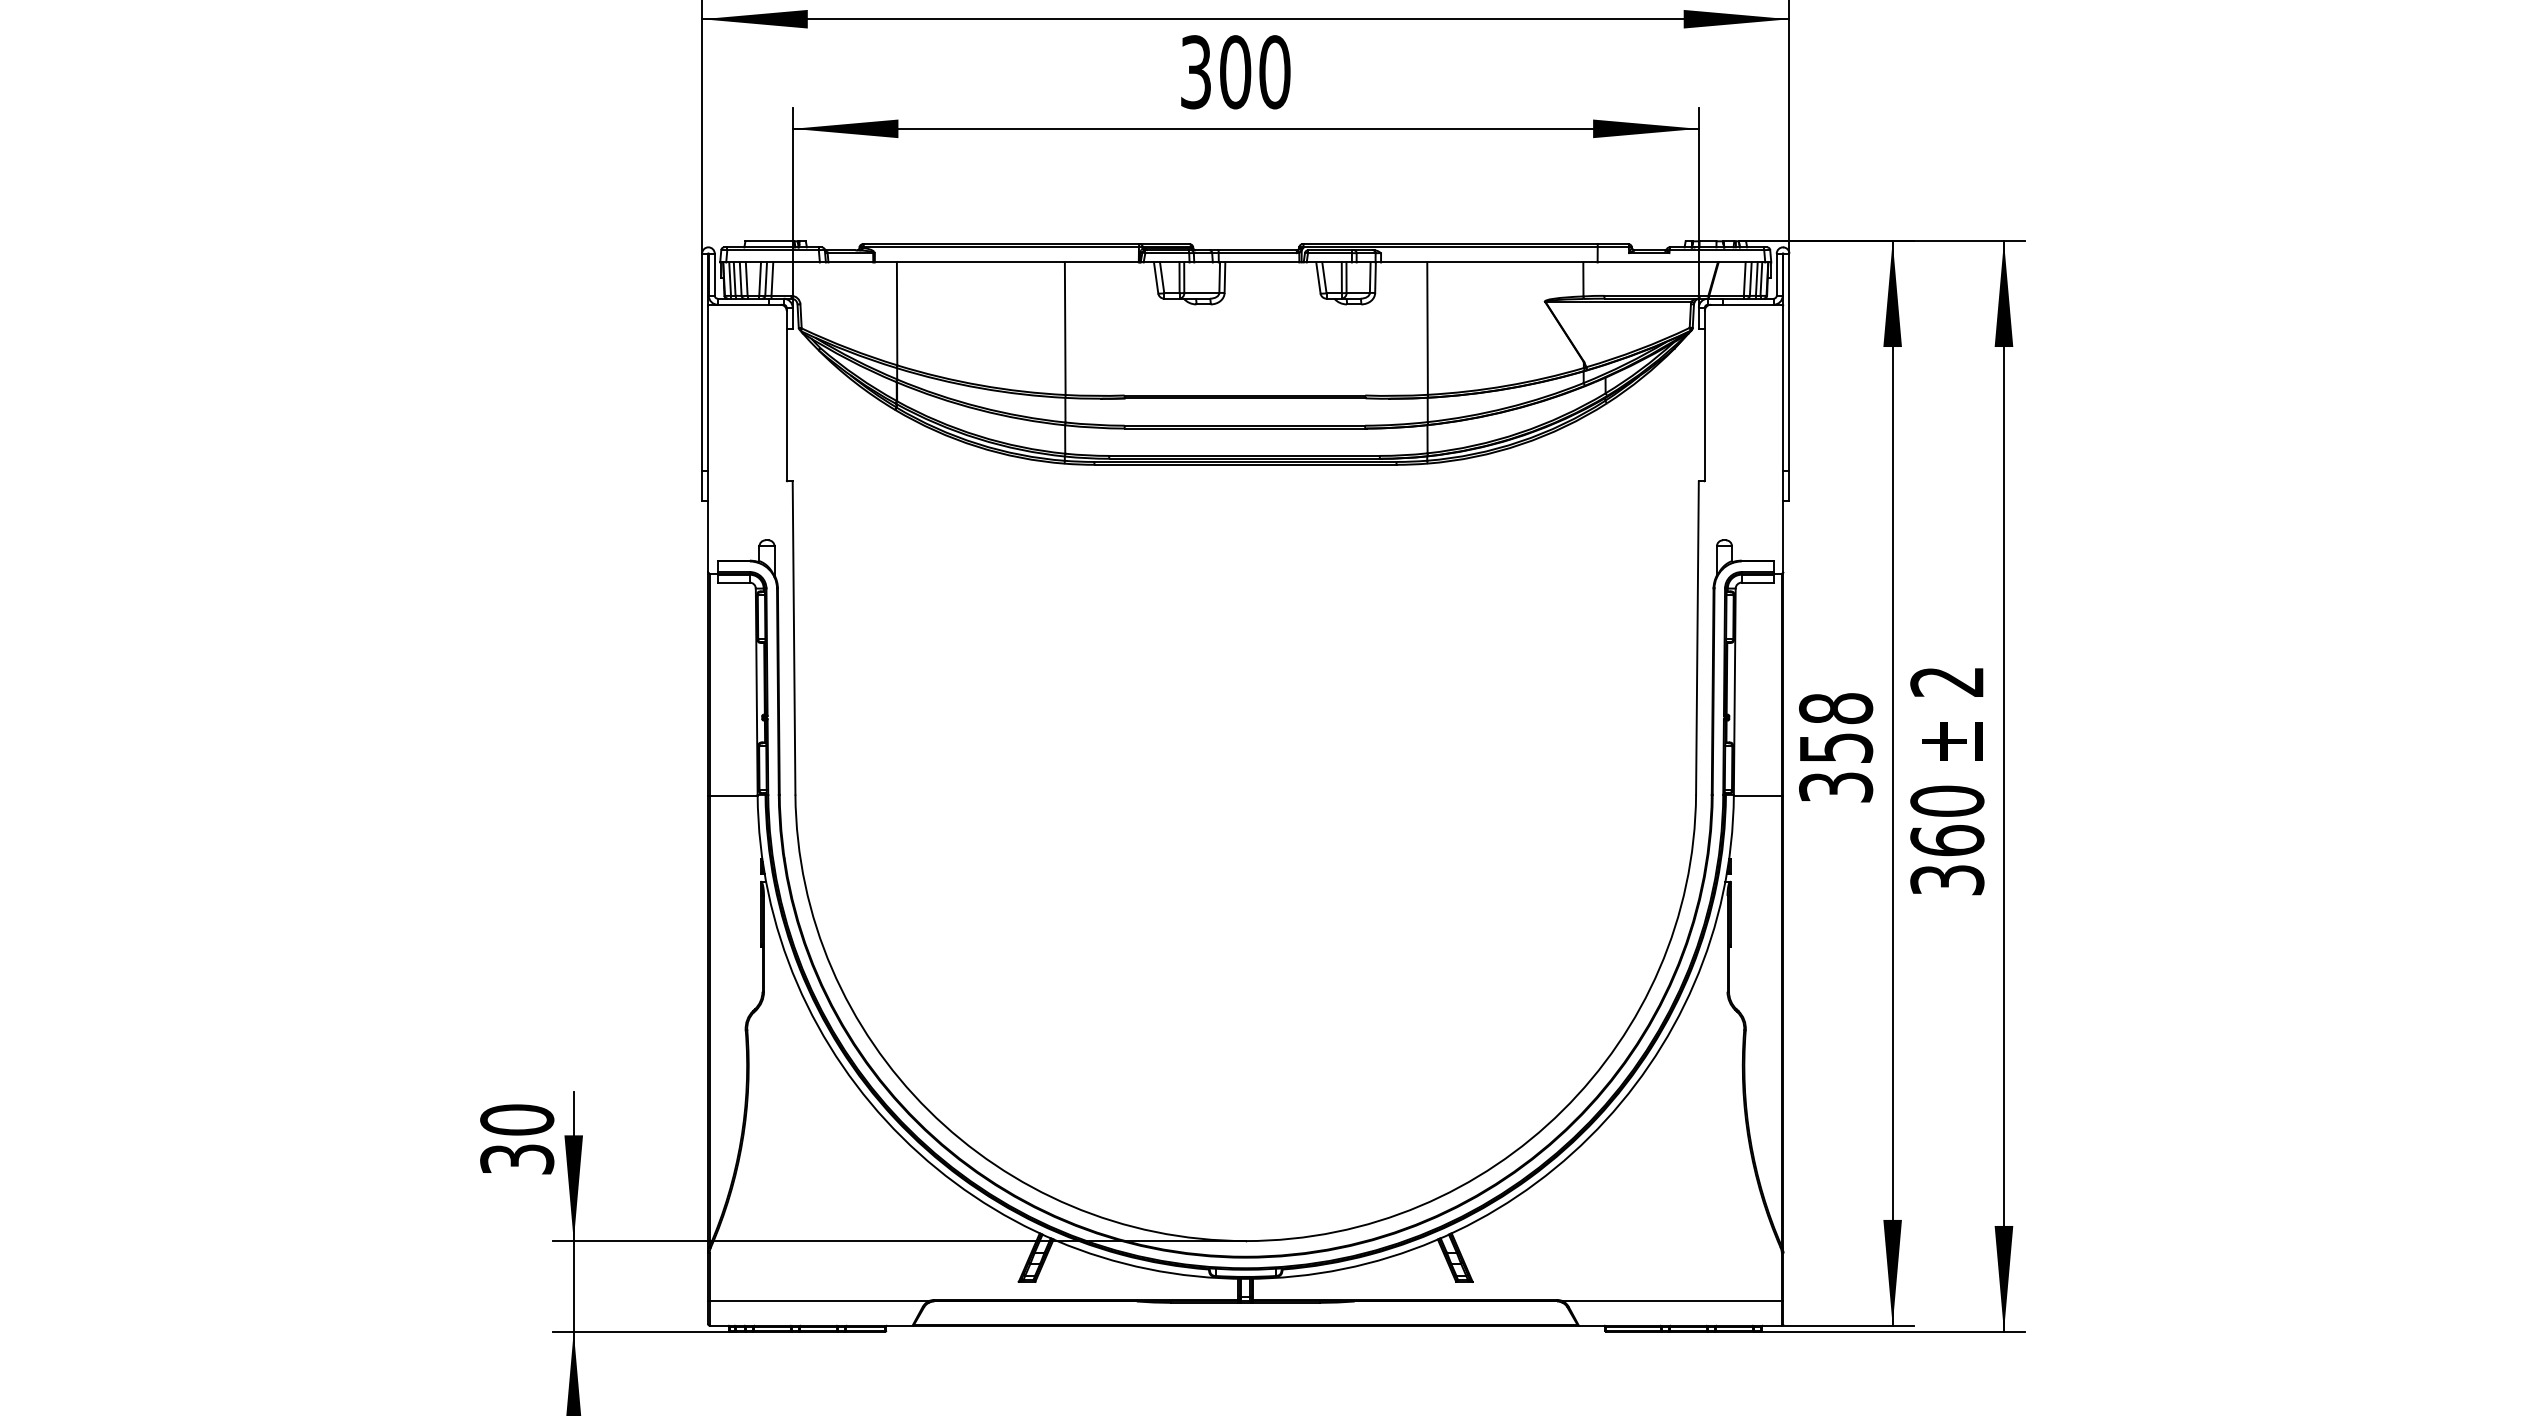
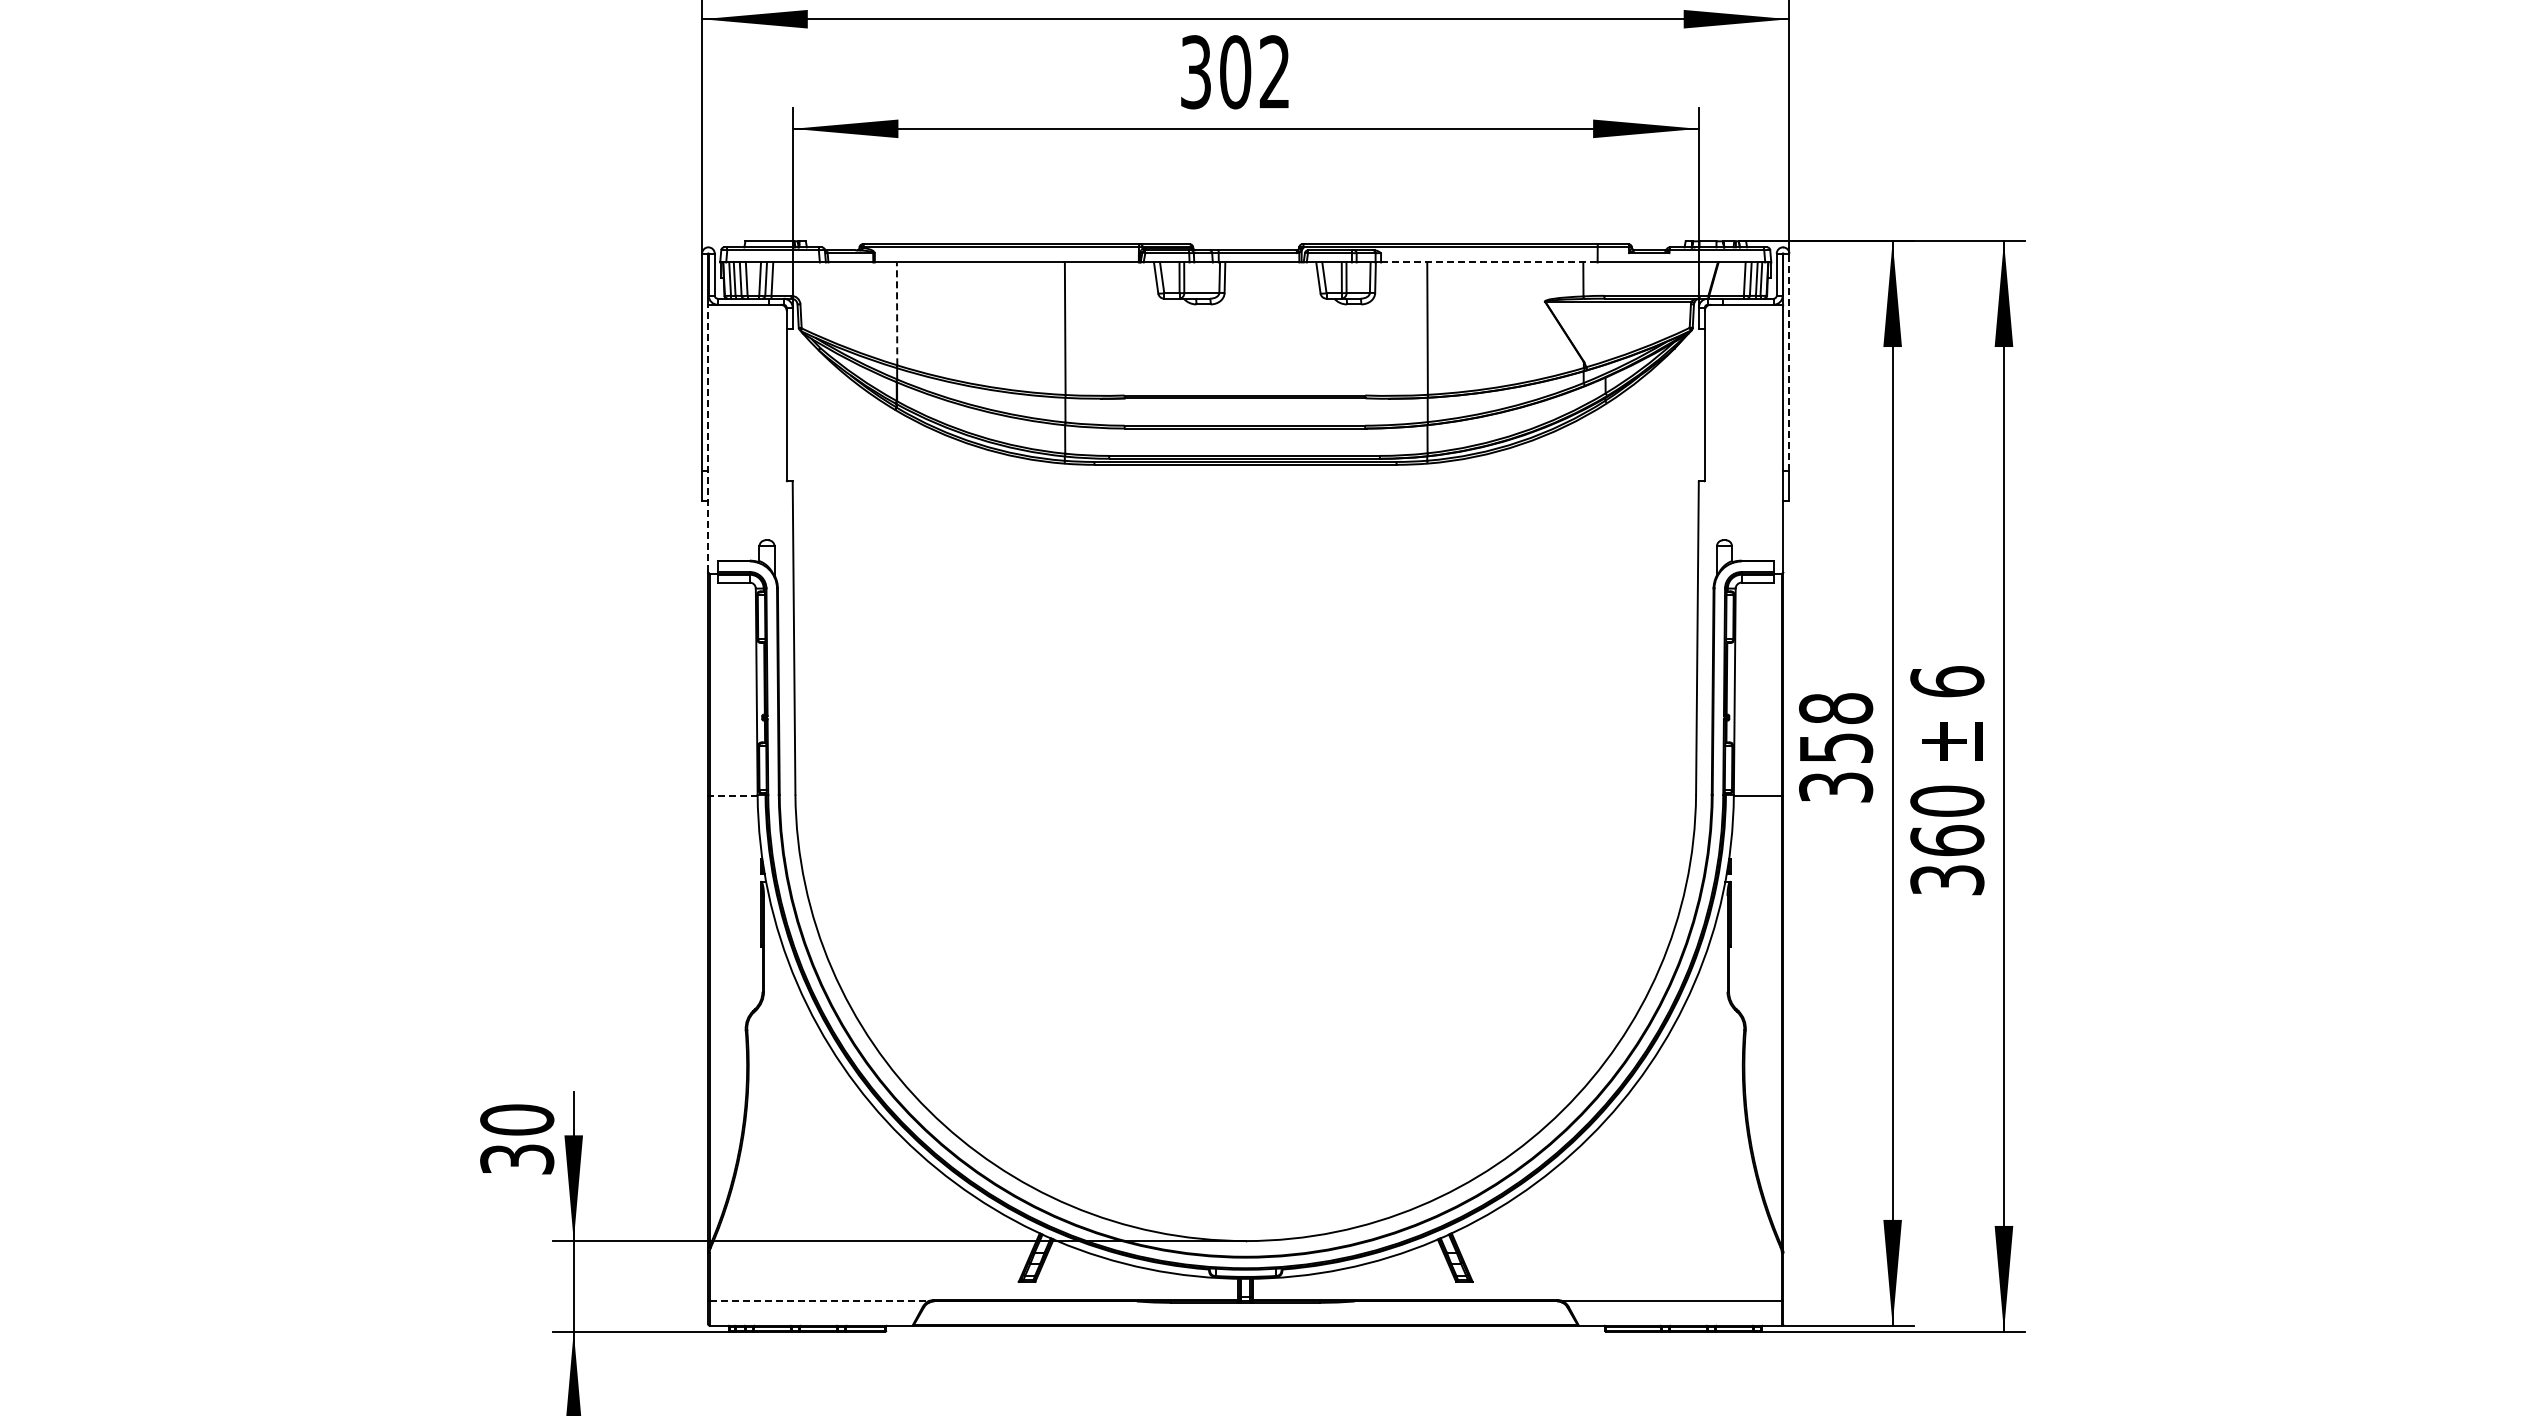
text at (1274, 72): 300 -> 302
line at (1489, 262): solid -> dashed
line at (897, 313): solid -> dashed
line at (1789, 362): solid -> dashed
line at (708, 438): solid -> dashed
text at (1947, 681): 2 -> 6
line at (733, 796): solid -> dashed
line at (819, 1301): solid -> dashed
